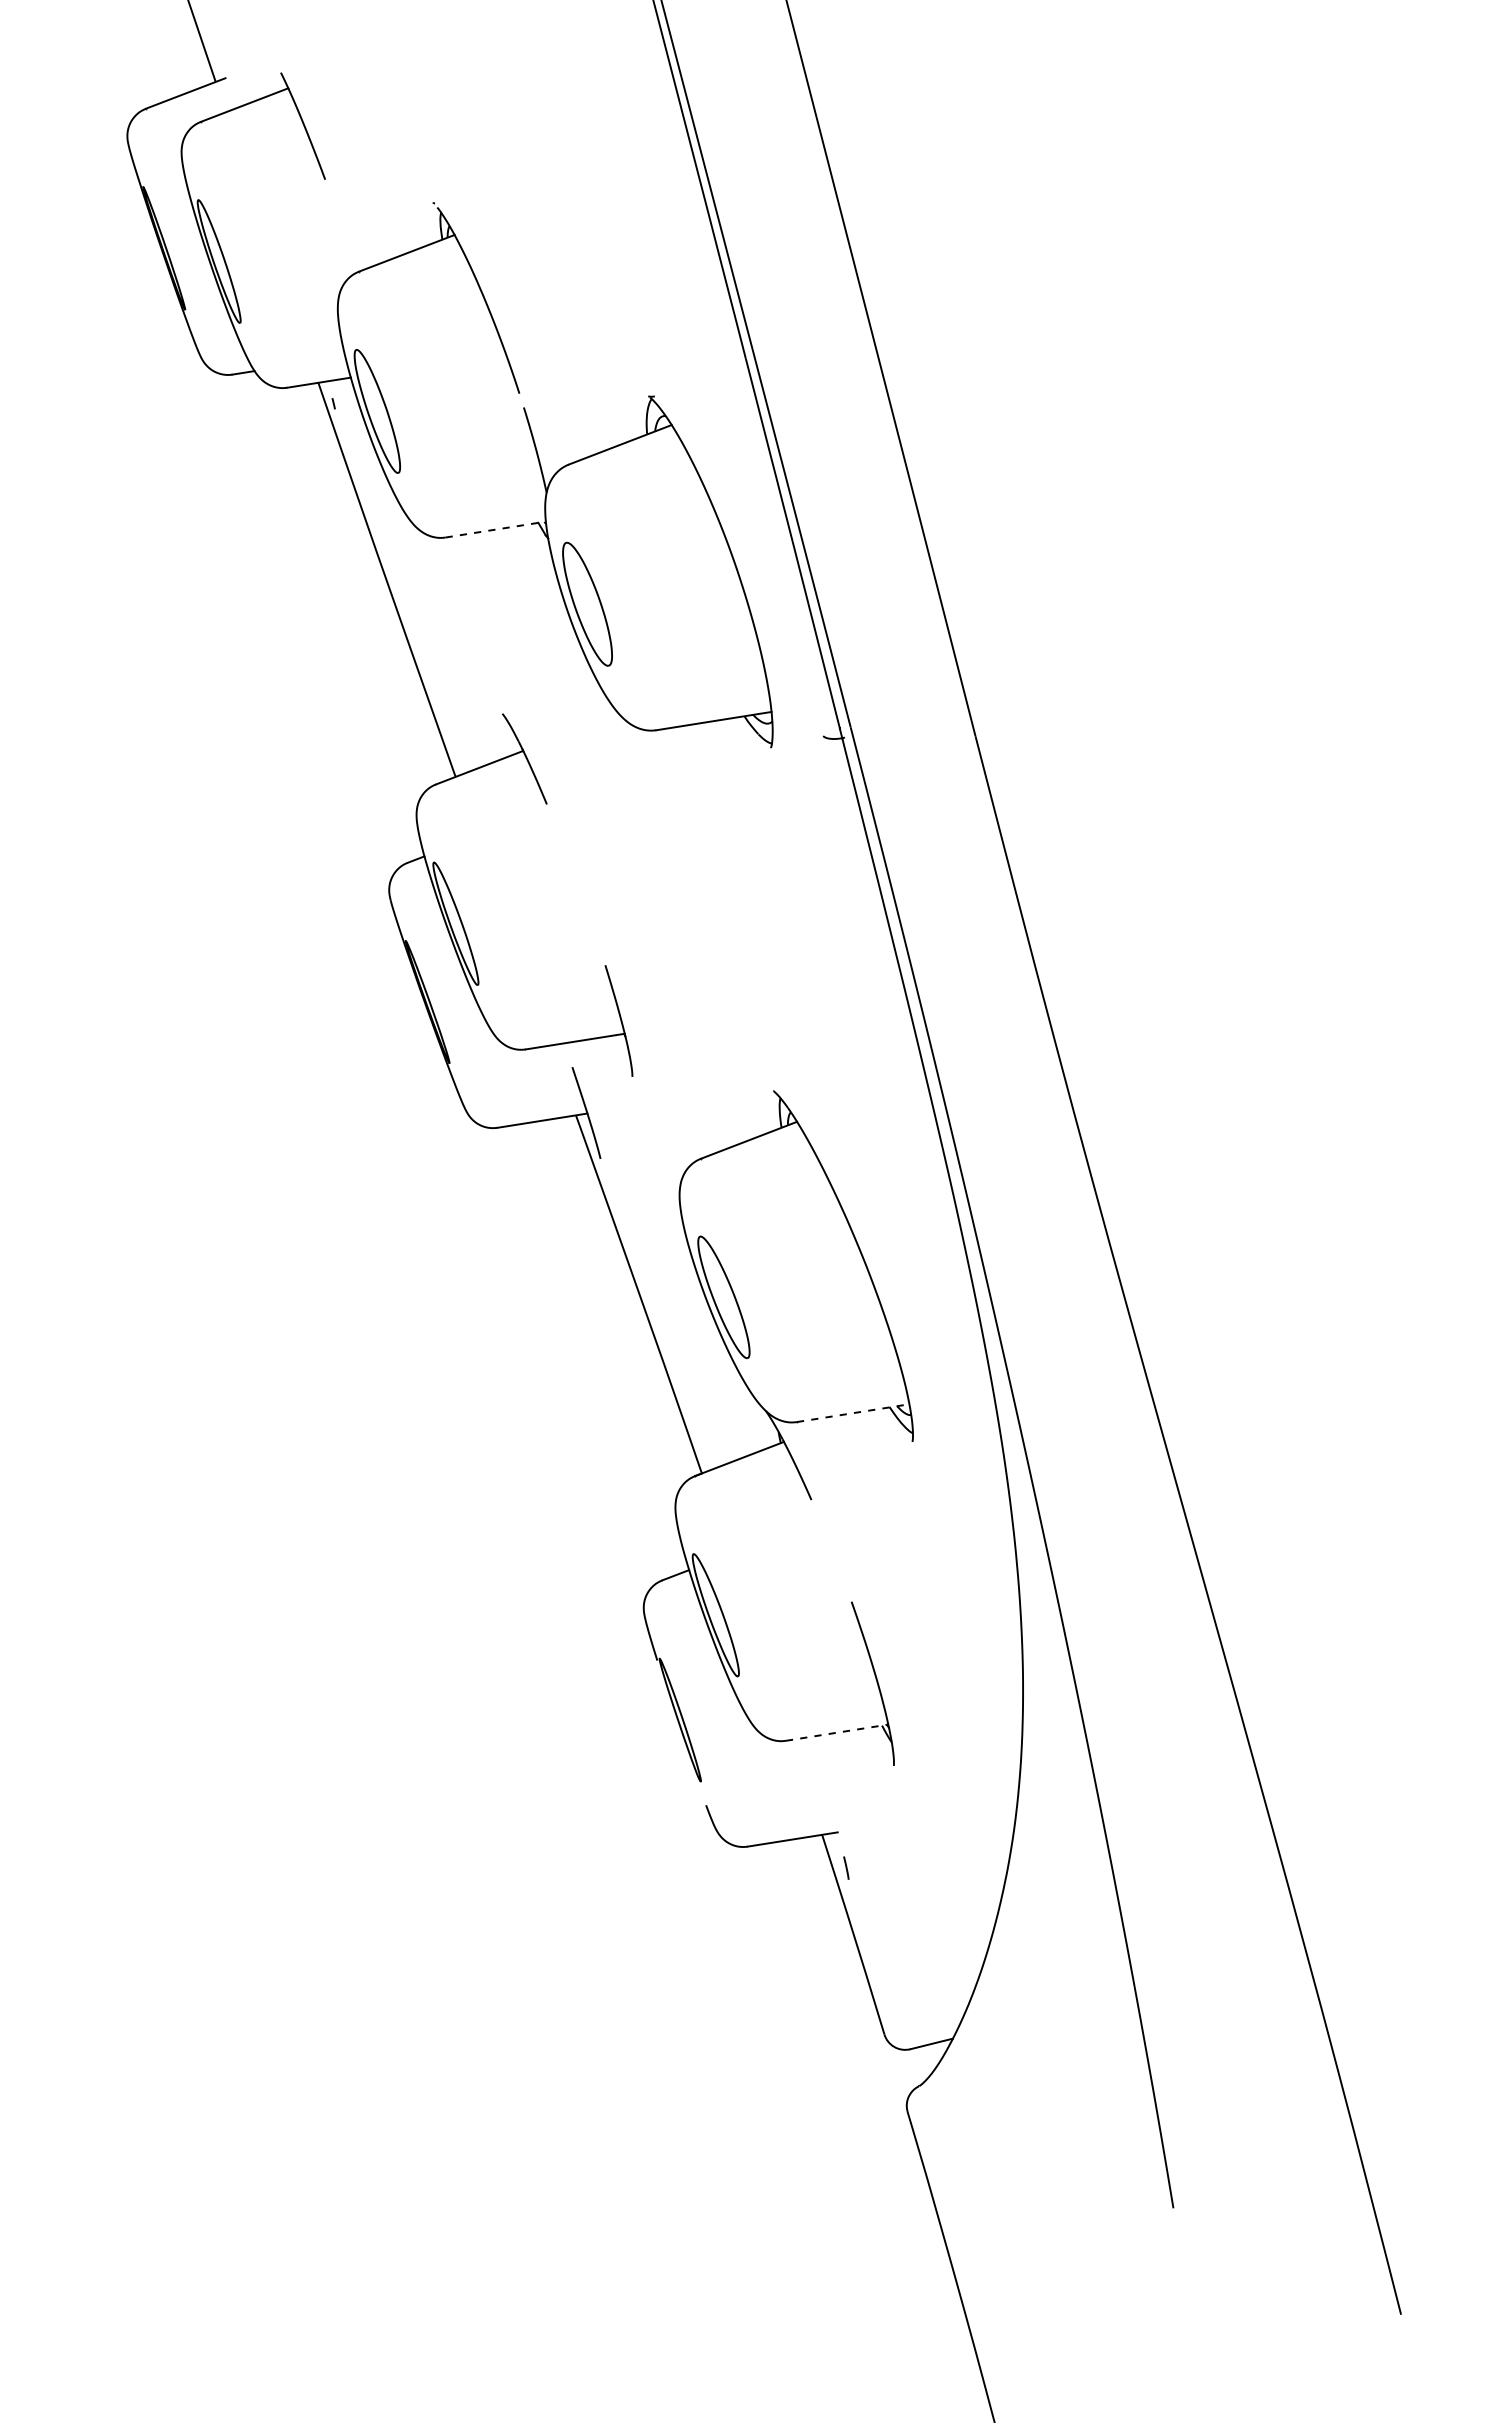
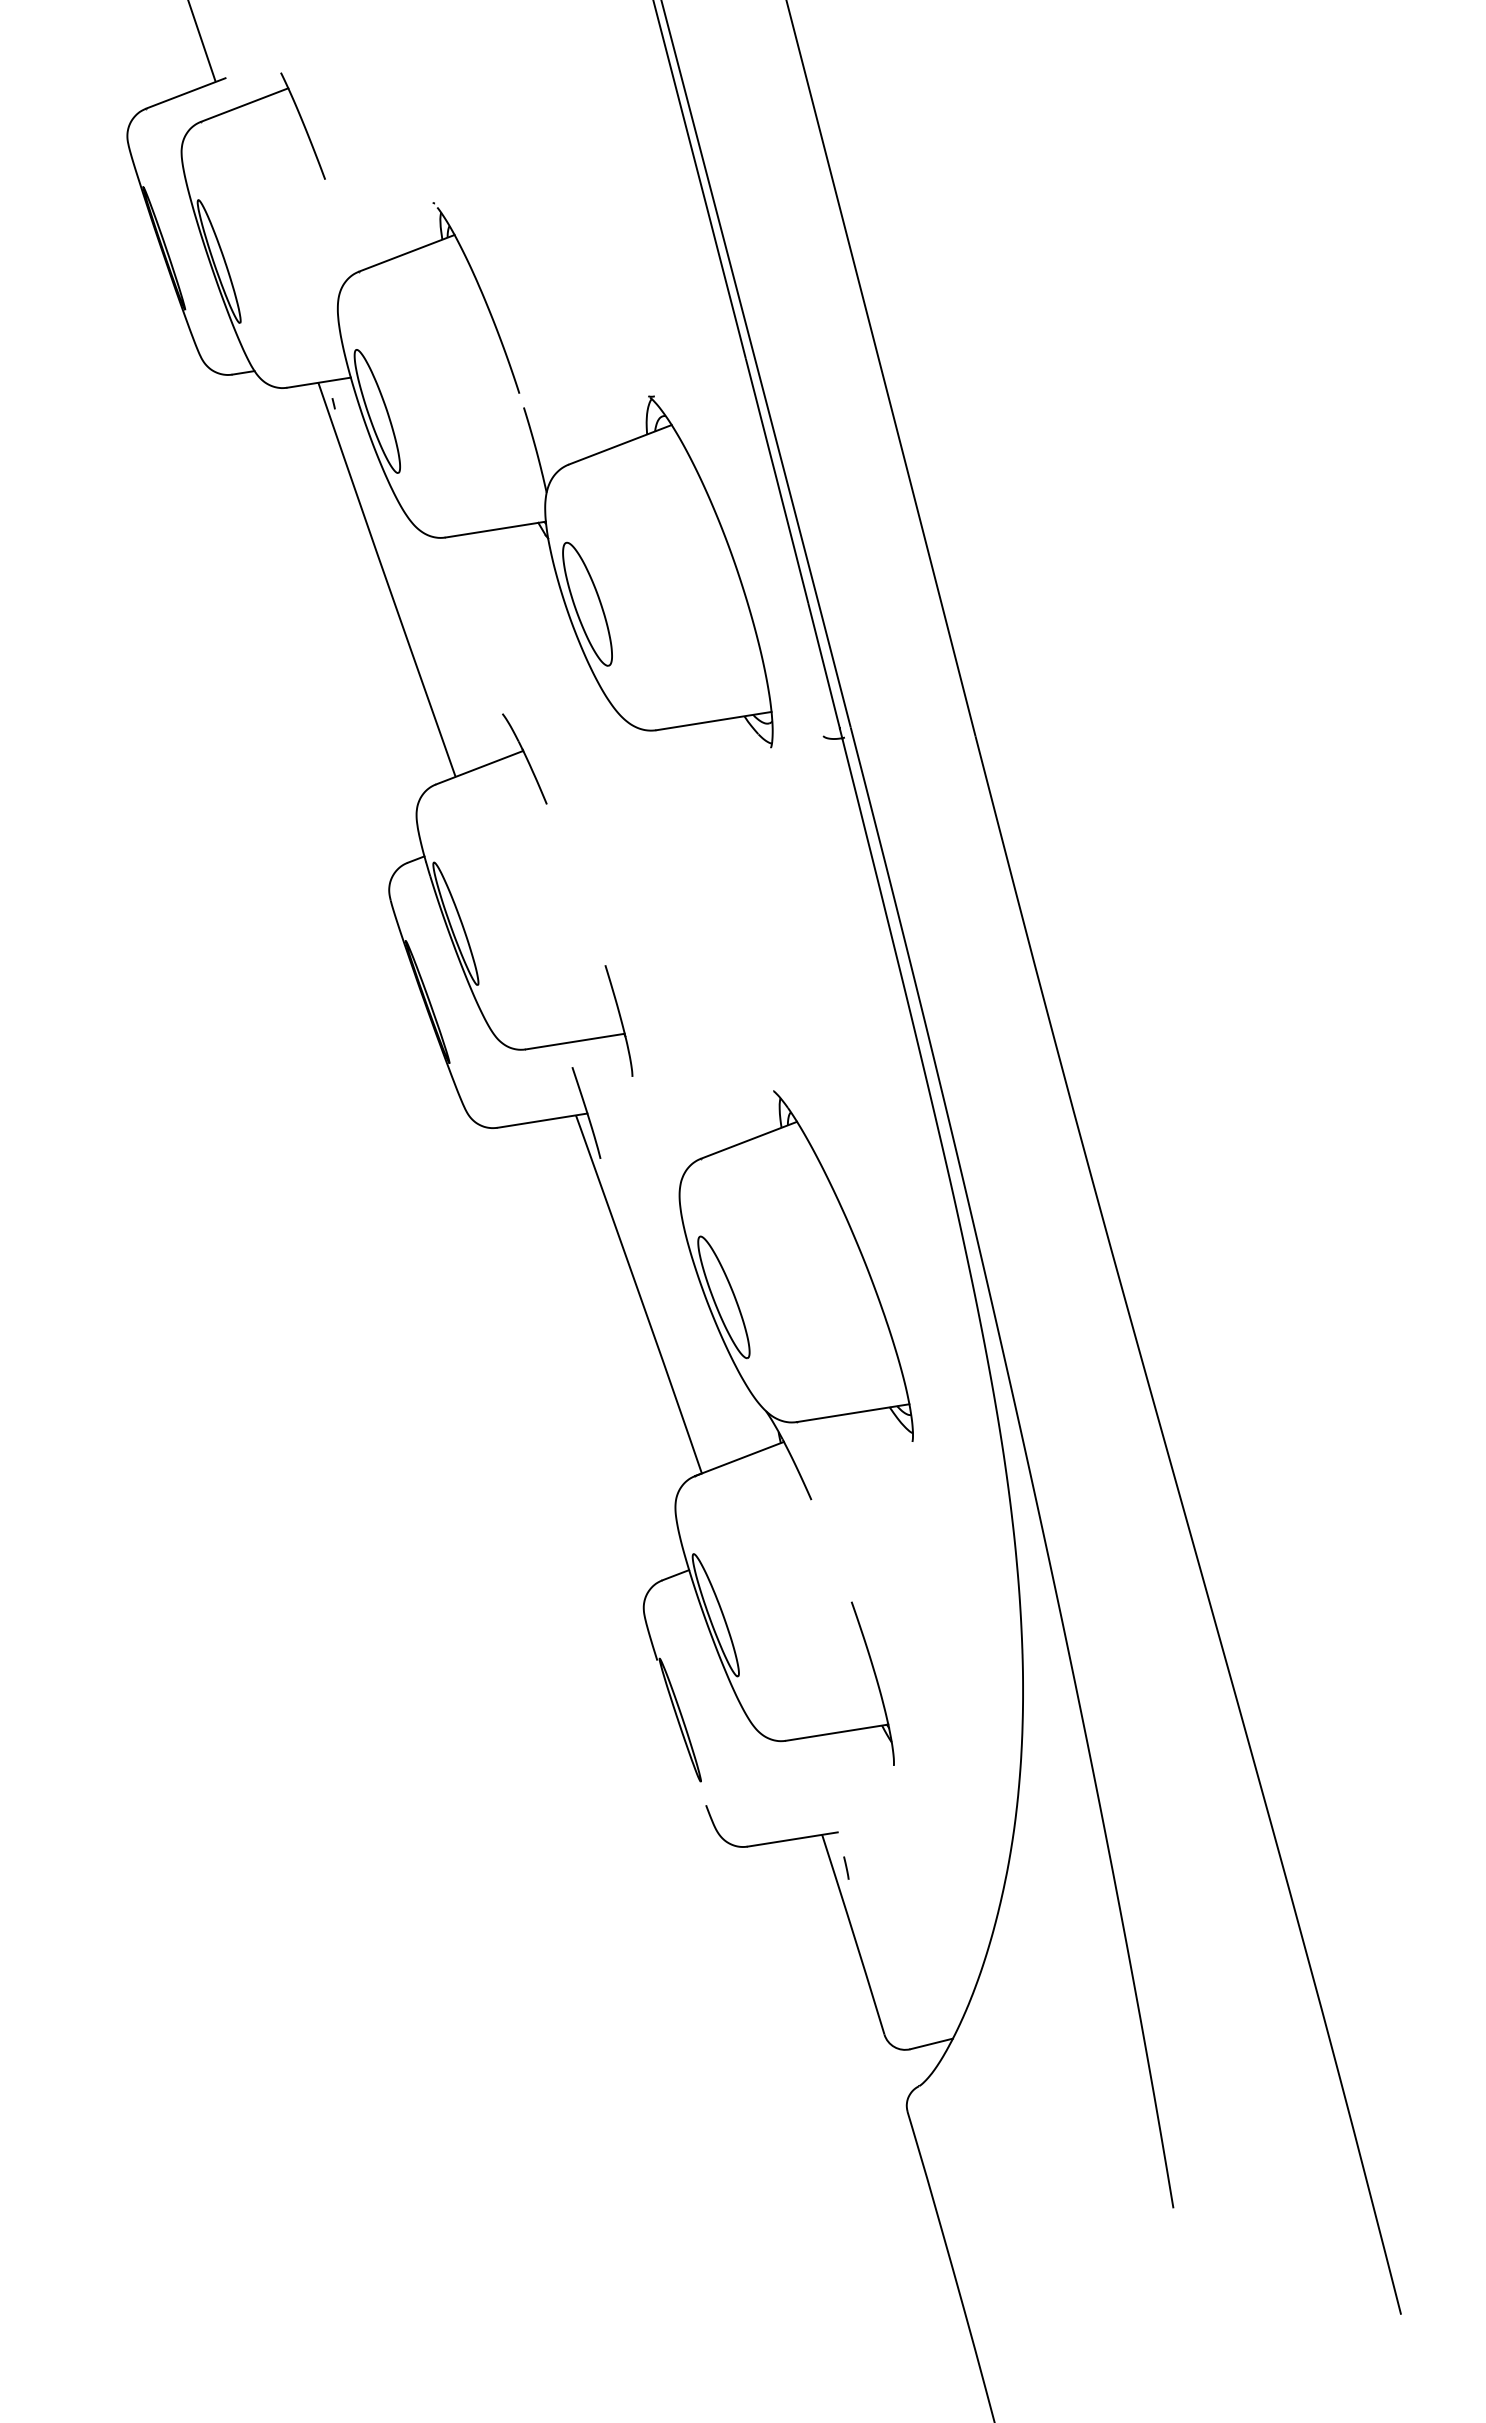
line at (495, 529): dashed -> solid
line at (853, 1413): dashed -> solid
line at (837, 1732): dashed -> solid
